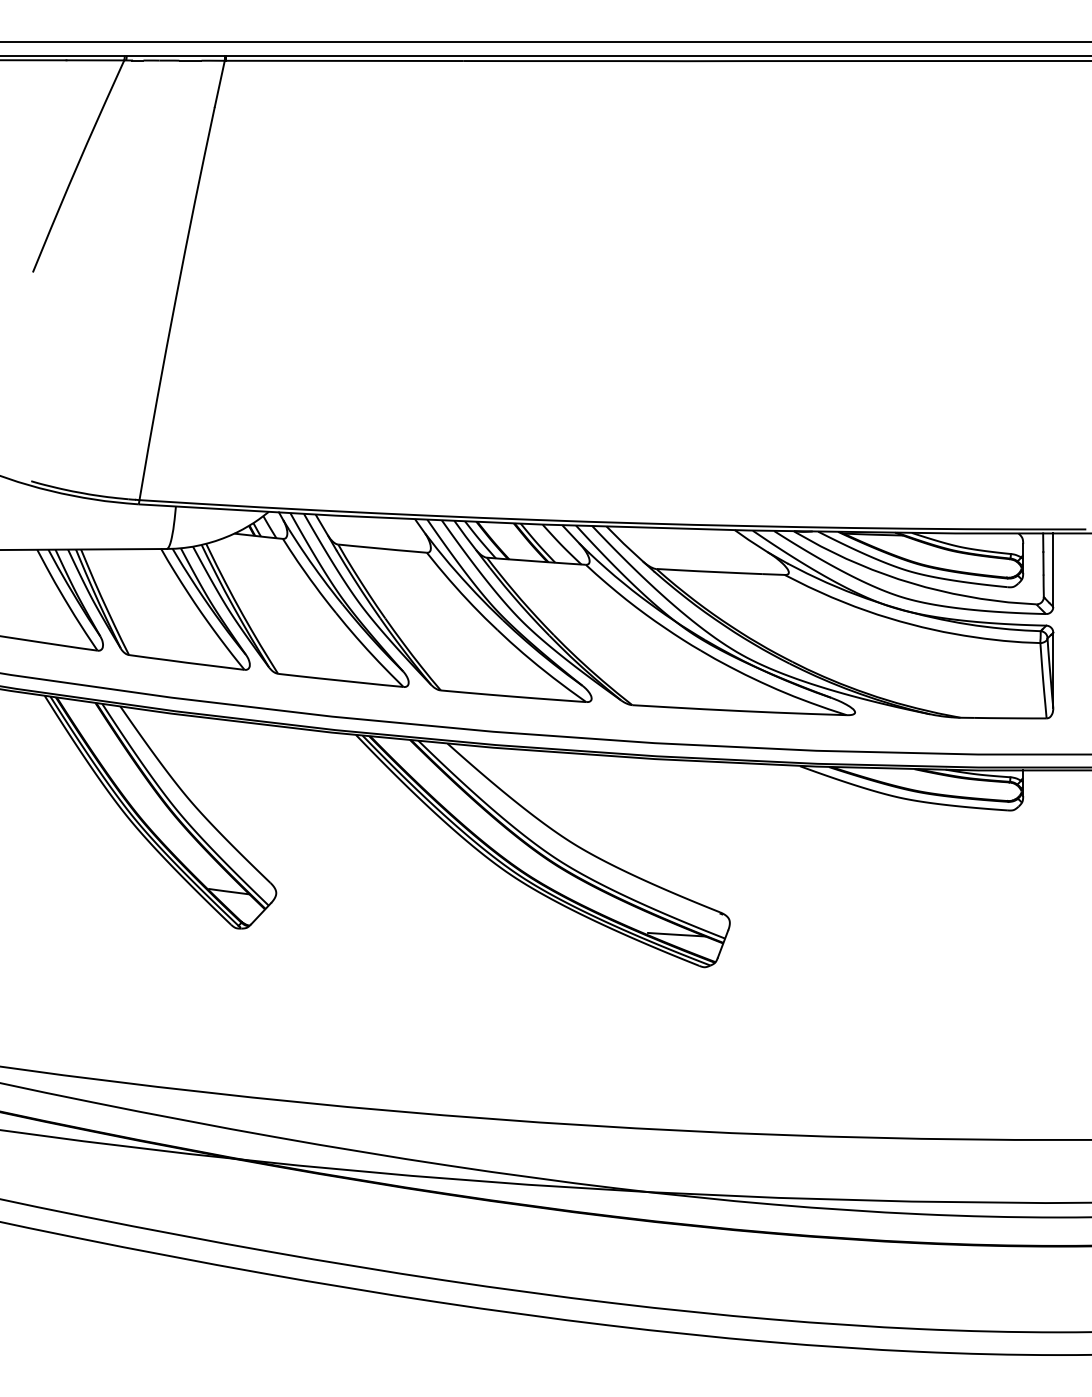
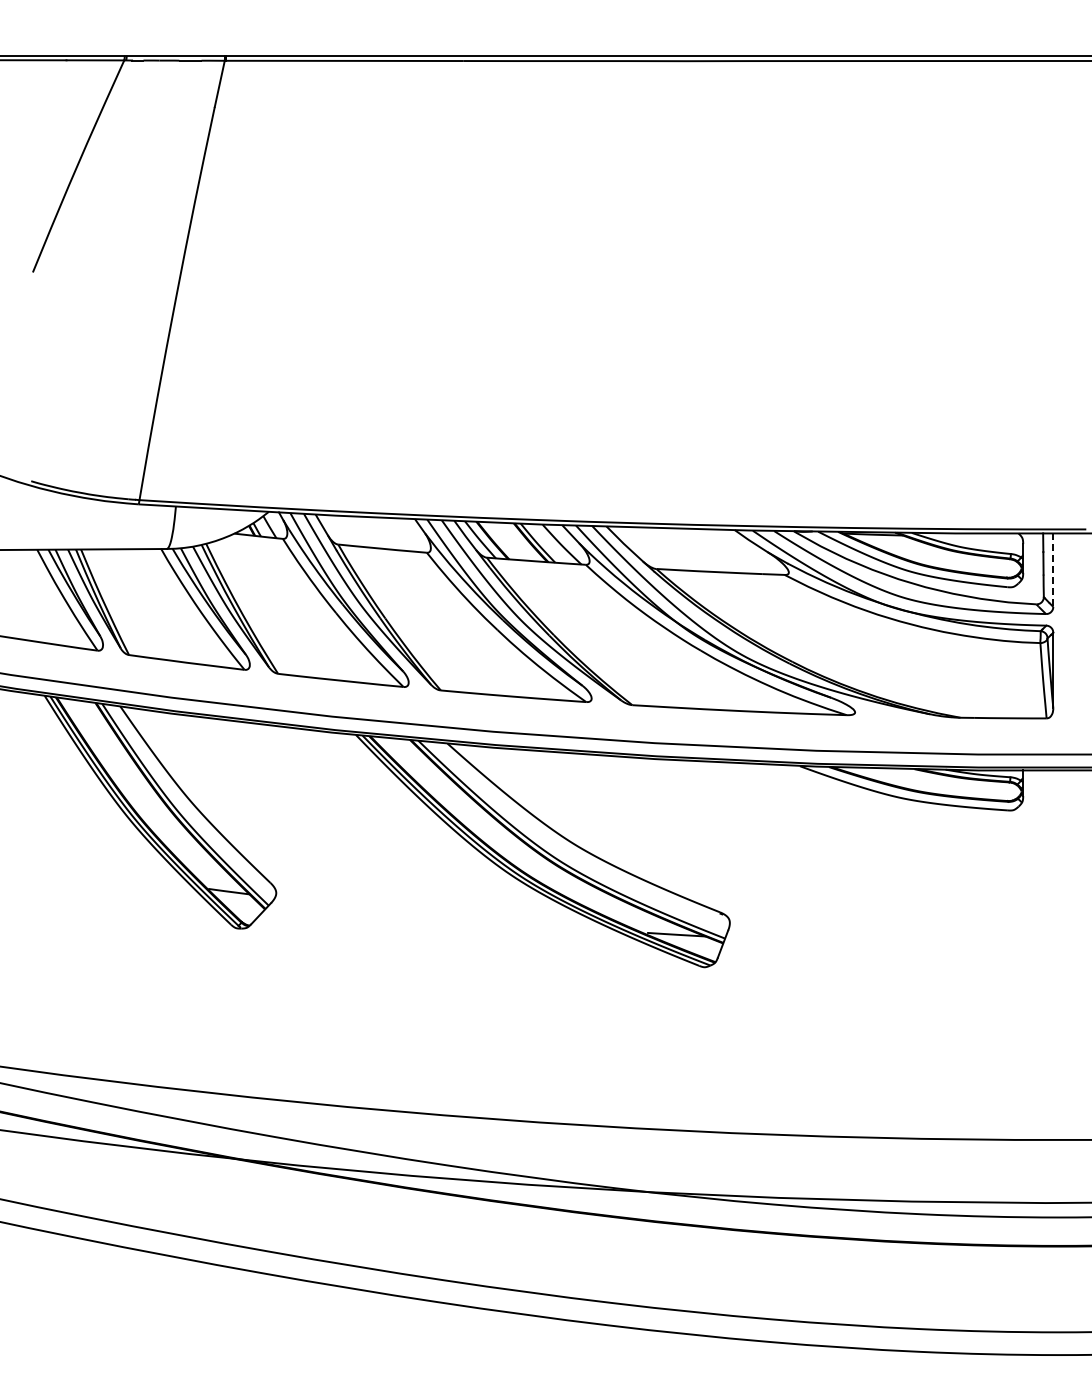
line at (545, 41): present -> none
line at (1053, 570): solid -> dashed
